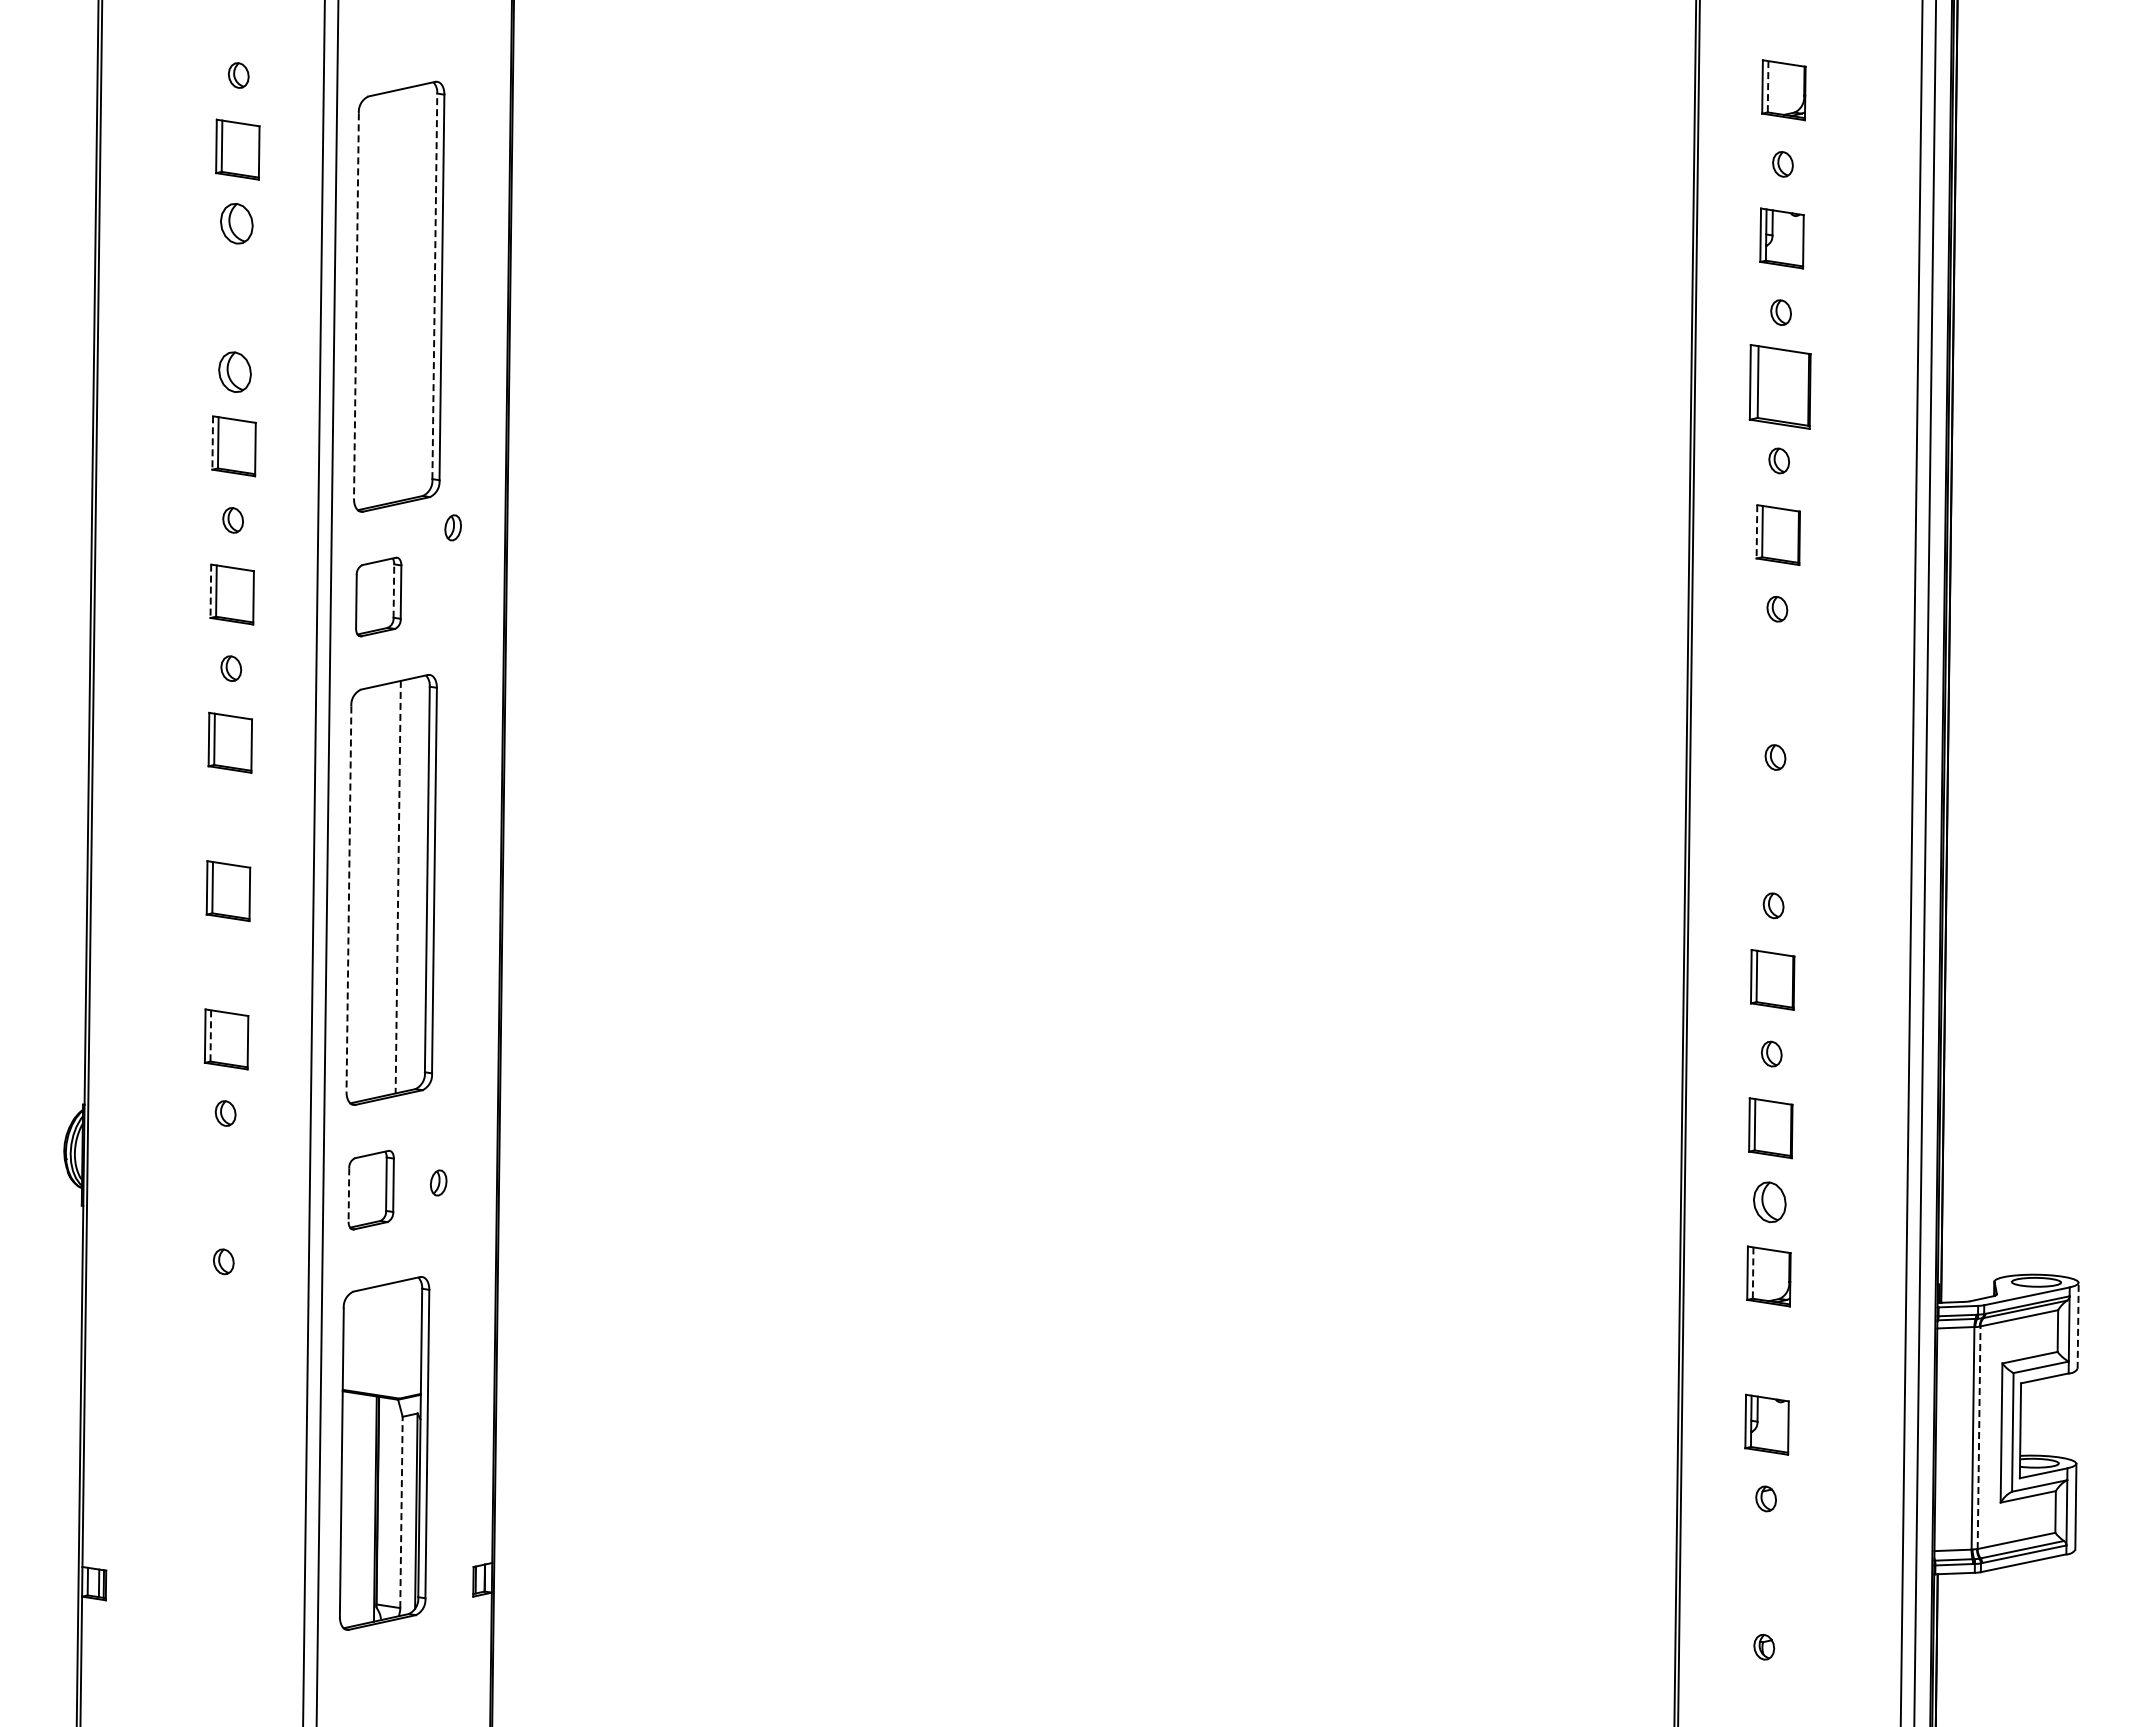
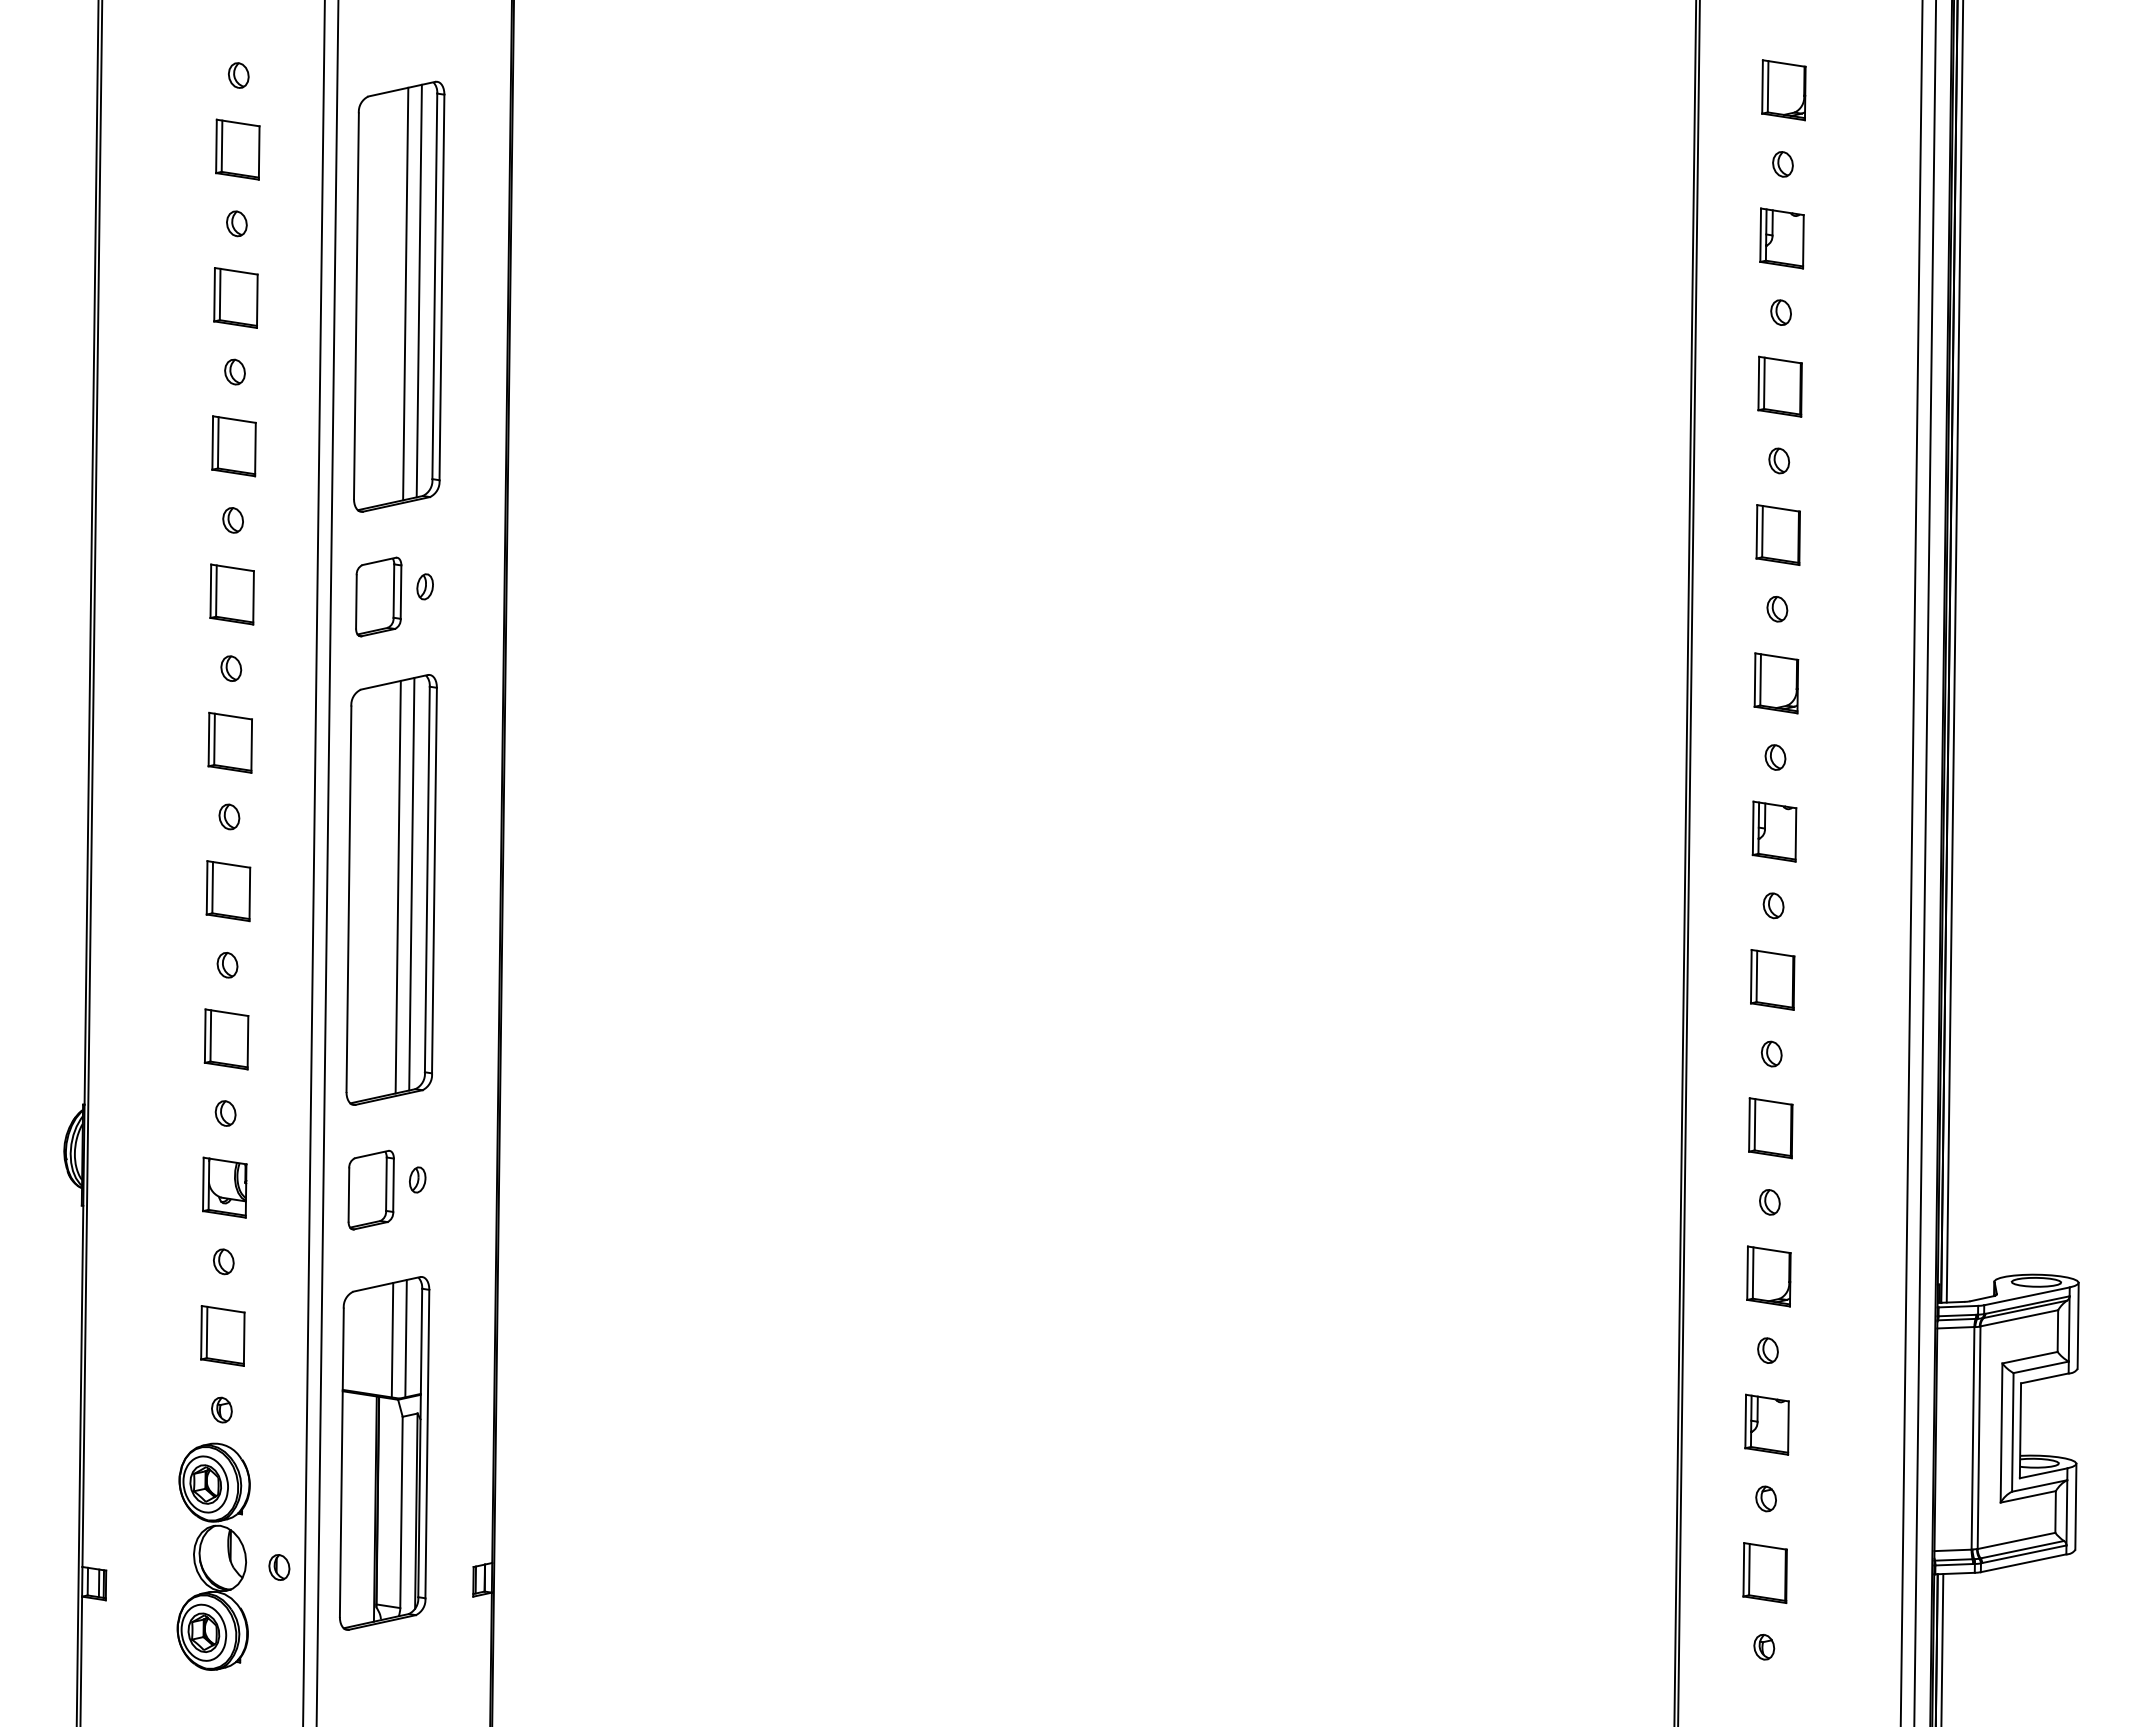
line at (1768, 86): dashed -> solid
part at (236, 223) size: 34x42 px -> 22x28 px
line at (434, 286): dashed -> solid
line at (418, 290): none -> present
line at (405, 293): none -> present
part at (235, 297): none -> present
line at (356, 306): dashed -> solid
part at (234, 371) size: 34x42 px -> 22x28 px
part at (1779, 386) size: 64x86 px -> 46x63 px
line at (212, 443): dashed -> solid
part at (452, 527) position: (452, 527) -> (424, 586)
line at (1756, 531): dashed -> solid
line at (210, 591): dashed -> solid
line at (393, 591): dashed -> solid
line at (1954, 652): none -> present
part at (1776, 683): none -> present
part at (229, 816): none -> present
part at (1774, 831): none -> present
line at (411, 883): none -> present
line at (398, 887): dashed -> solid
line at (348, 899): dashed -> solid
part at (227, 965): none -> present
line at (210, 1035): dashed -> solid
part at (438, 1182) position: (438, 1182) -> (417, 1179)
part at (224, 1187): none -> present
line at (348, 1195): dashed -> solid
part at (1769, 1202) size: 34x43 px -> 22x27 px
line at (1753, 1273): dashed -> solid
line at (2078, 1325): dashed -> solid
part at (222, 1335): none -> present
line at (405, 1338): none -> present
line at (392, 1339): none -> present
part at (1767, 1350): none -> present
part at (221, 1409): none -> present
line at (1979, 1437): dashed -> solid
line at (401, 1512): dashed -> solid
part at (213, 1556): none -> present
part at (279, 1567): none -> present
part at (1764, 1572): none -> present
line at (1942, 1648): none -> present
